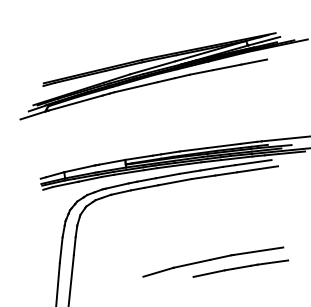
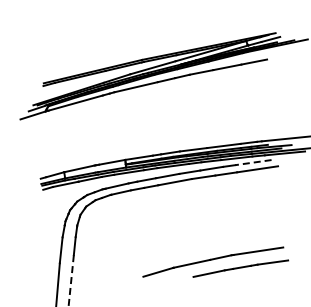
line at (252, 162): solid -> dashed
line at (71, 280): solid -> dashed
